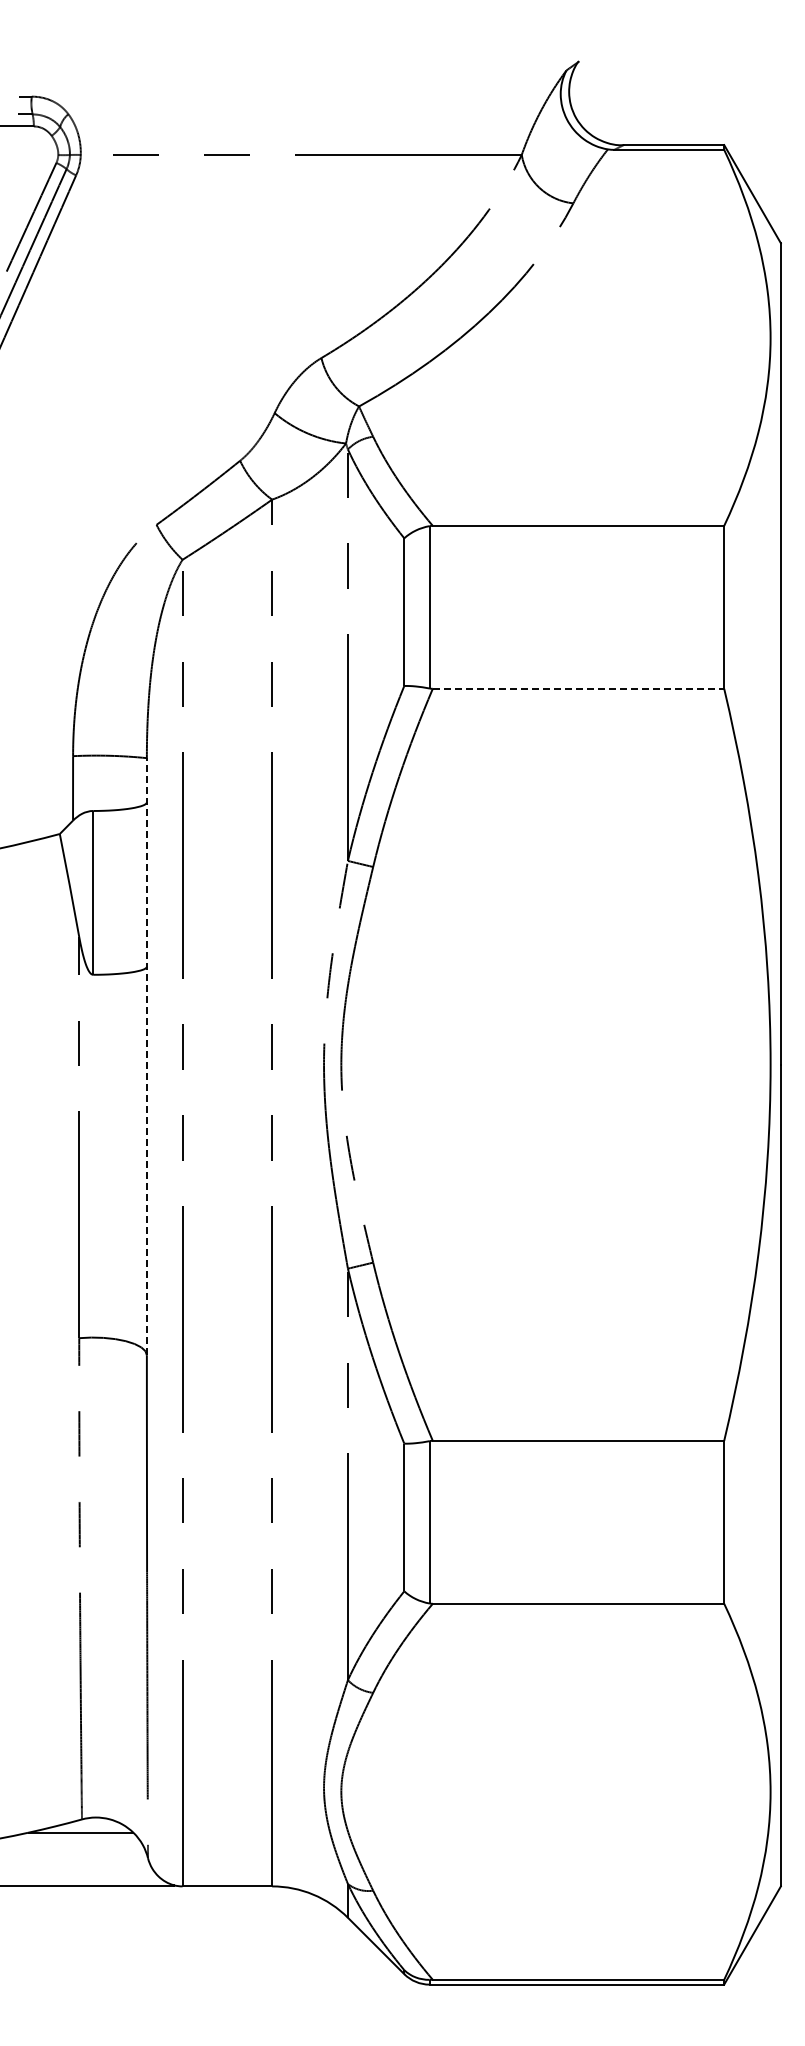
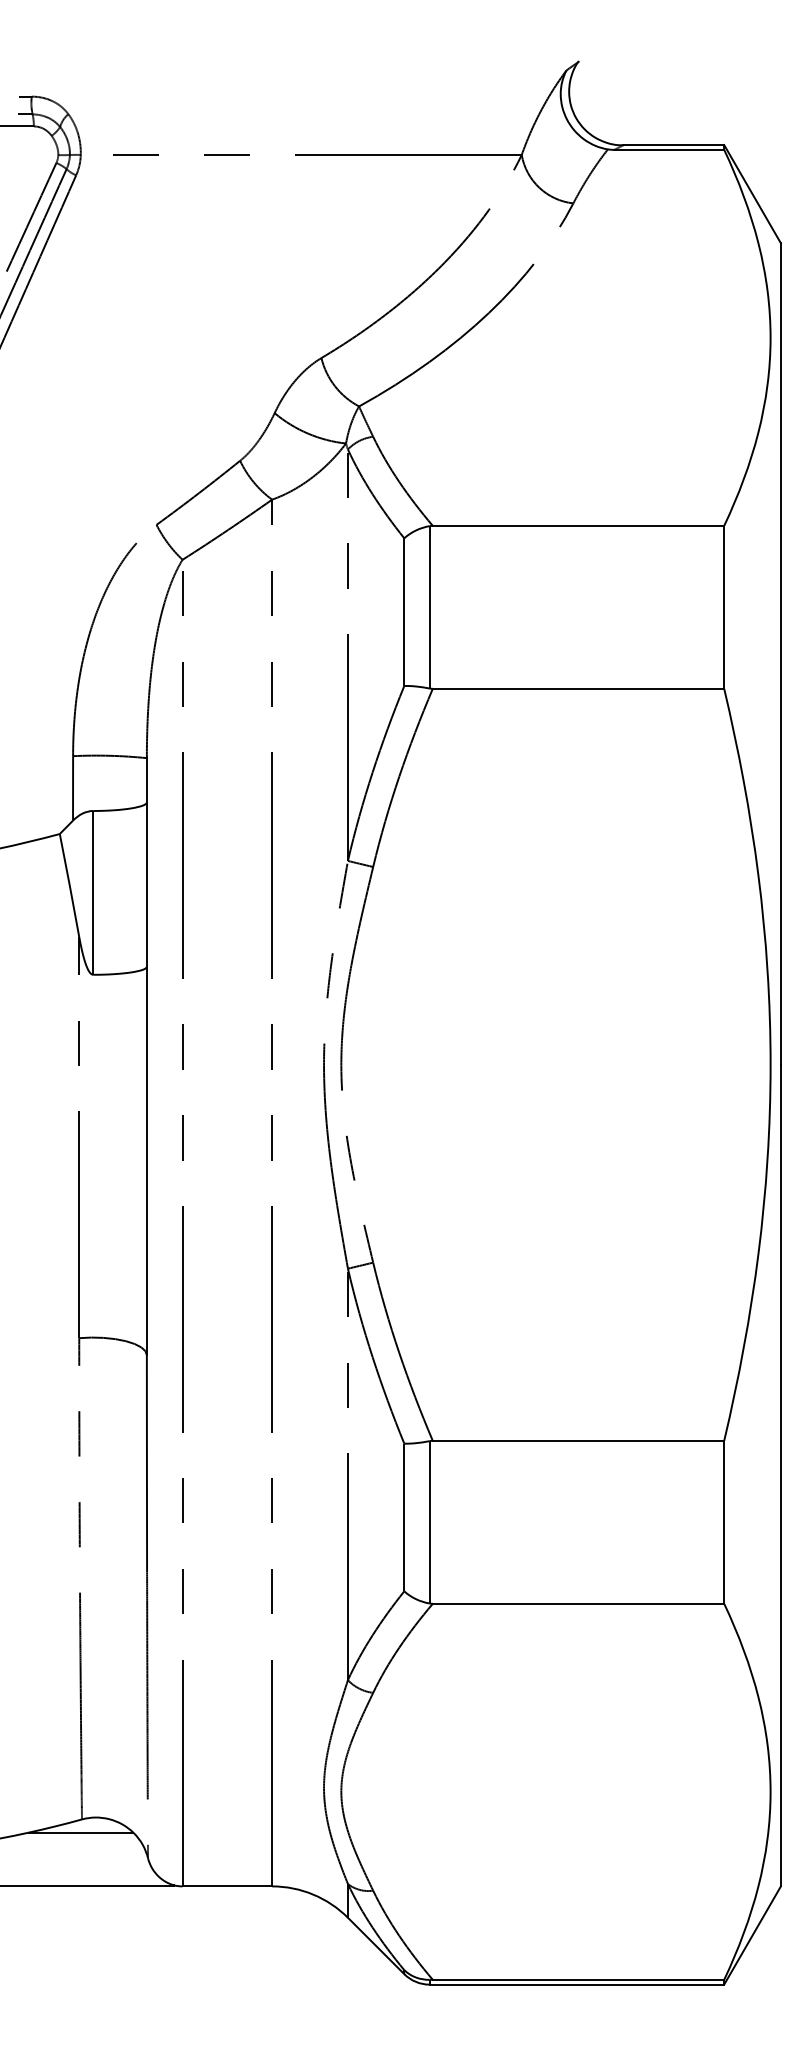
line at (578, 688): dashed -> solid
line at (146, 1056): dashed -> solid
